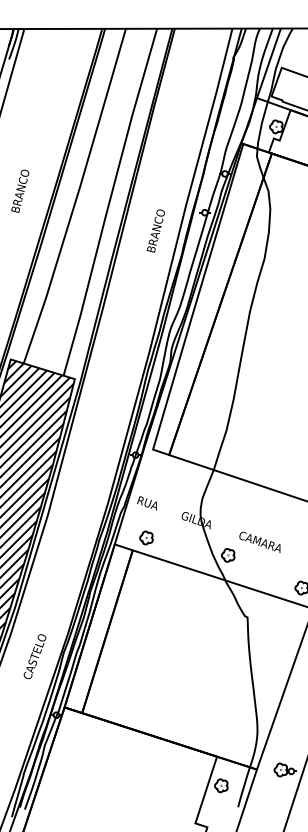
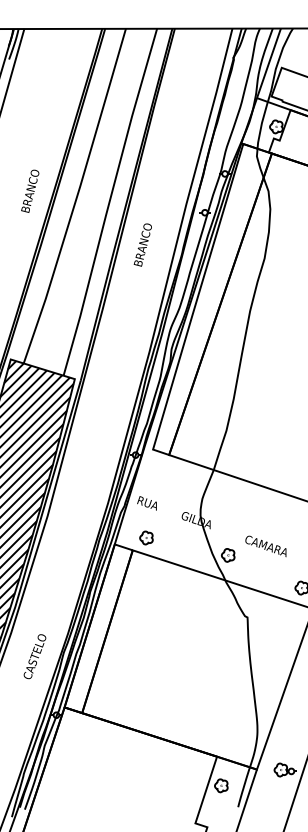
text at (20, 190) position: (20, 190) -> (30, 190)
text at (155, 230) position: (155, 230) -> (142, 244)
text at (259, 542) position: (259, 542) -> (265, 546)
